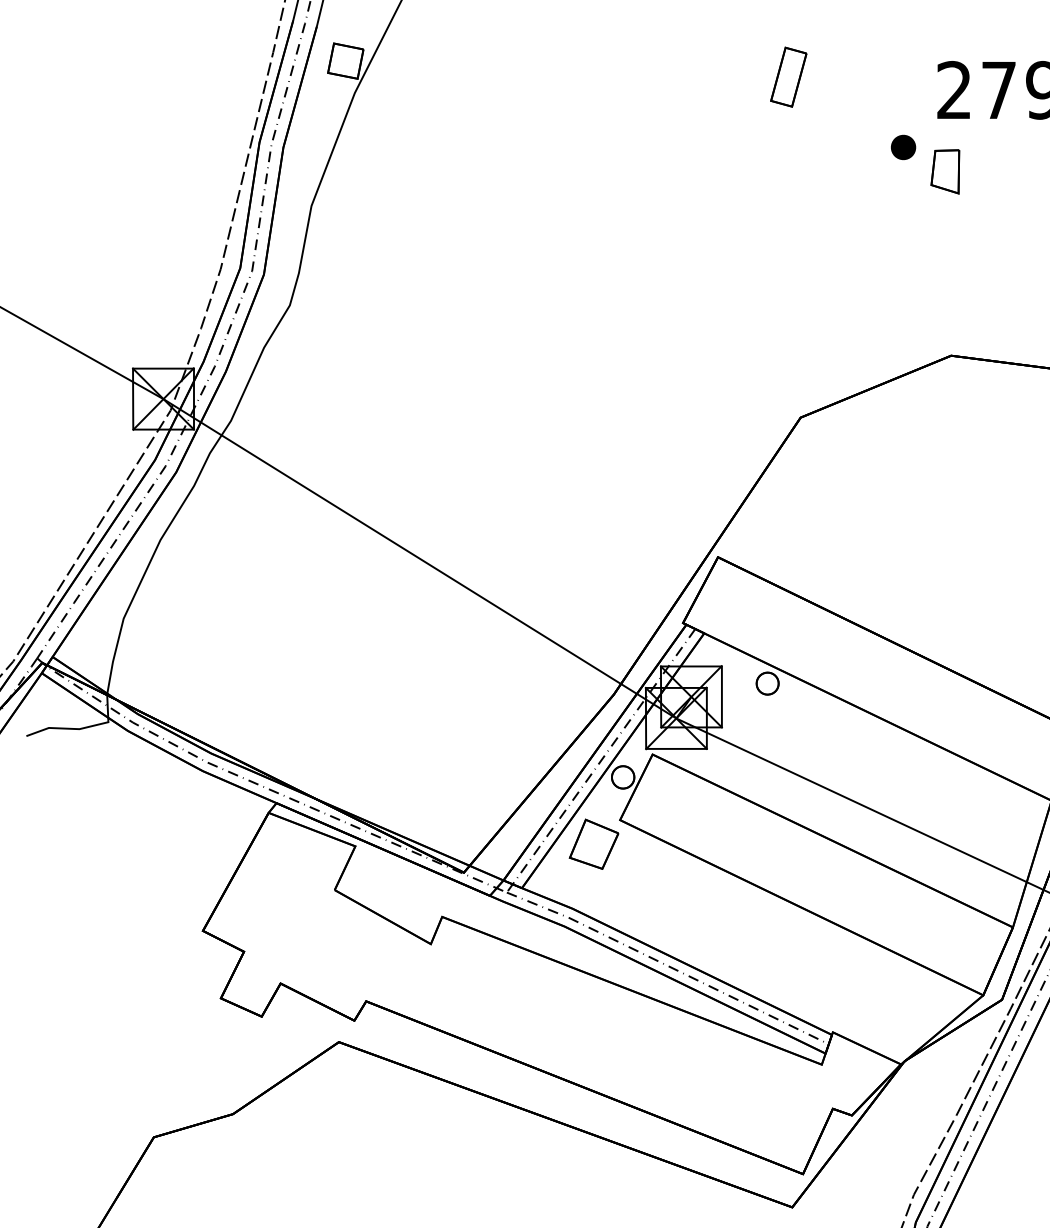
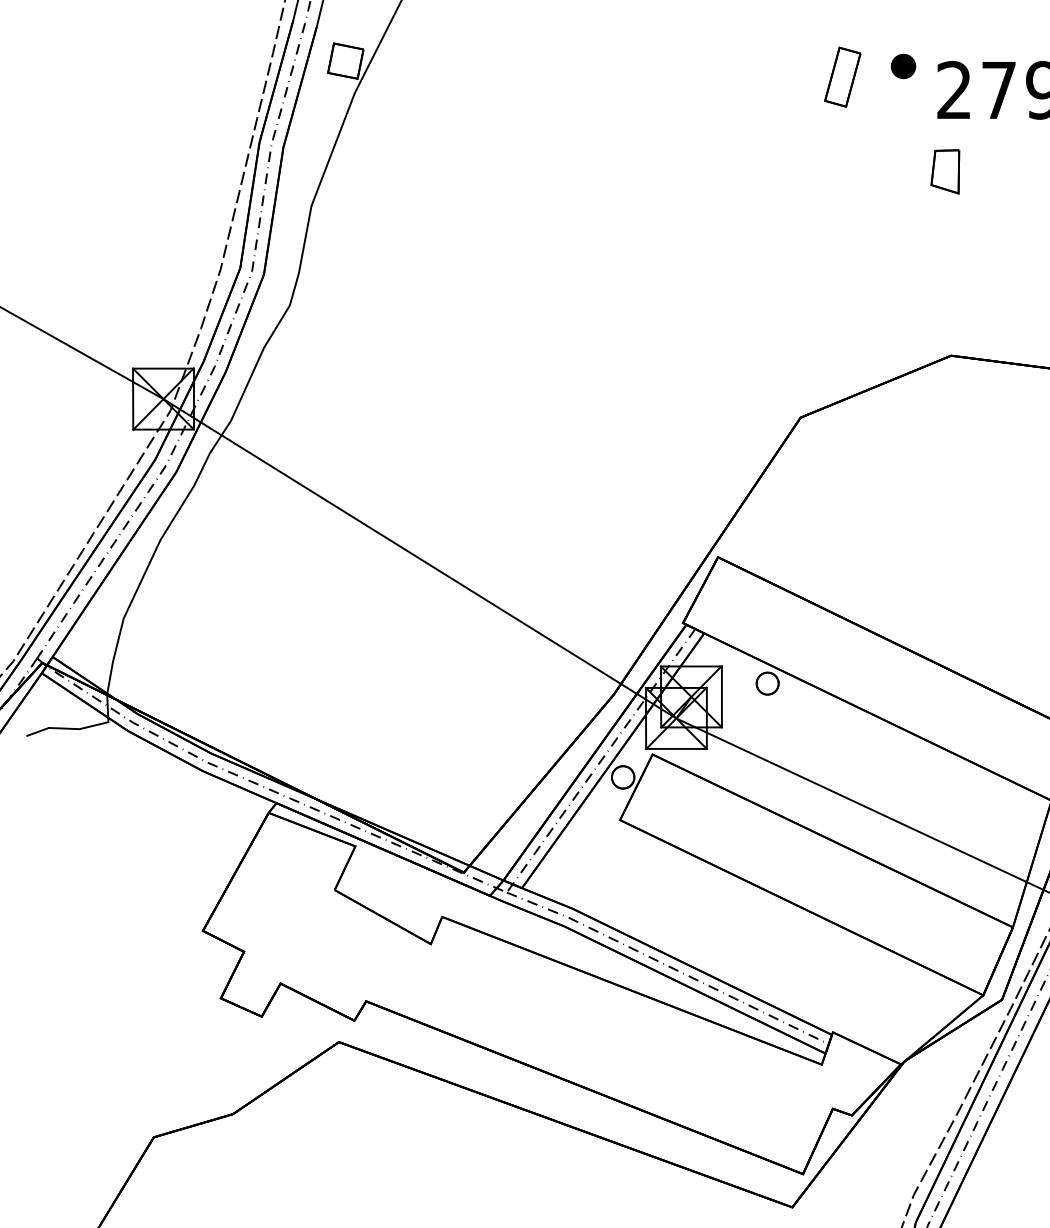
part at (788, 76) position: (788, 76) -> (842, 76)
part at (903, 147) position: (903, 147) -> (903, 66)
part at (593, 843): present -> none
